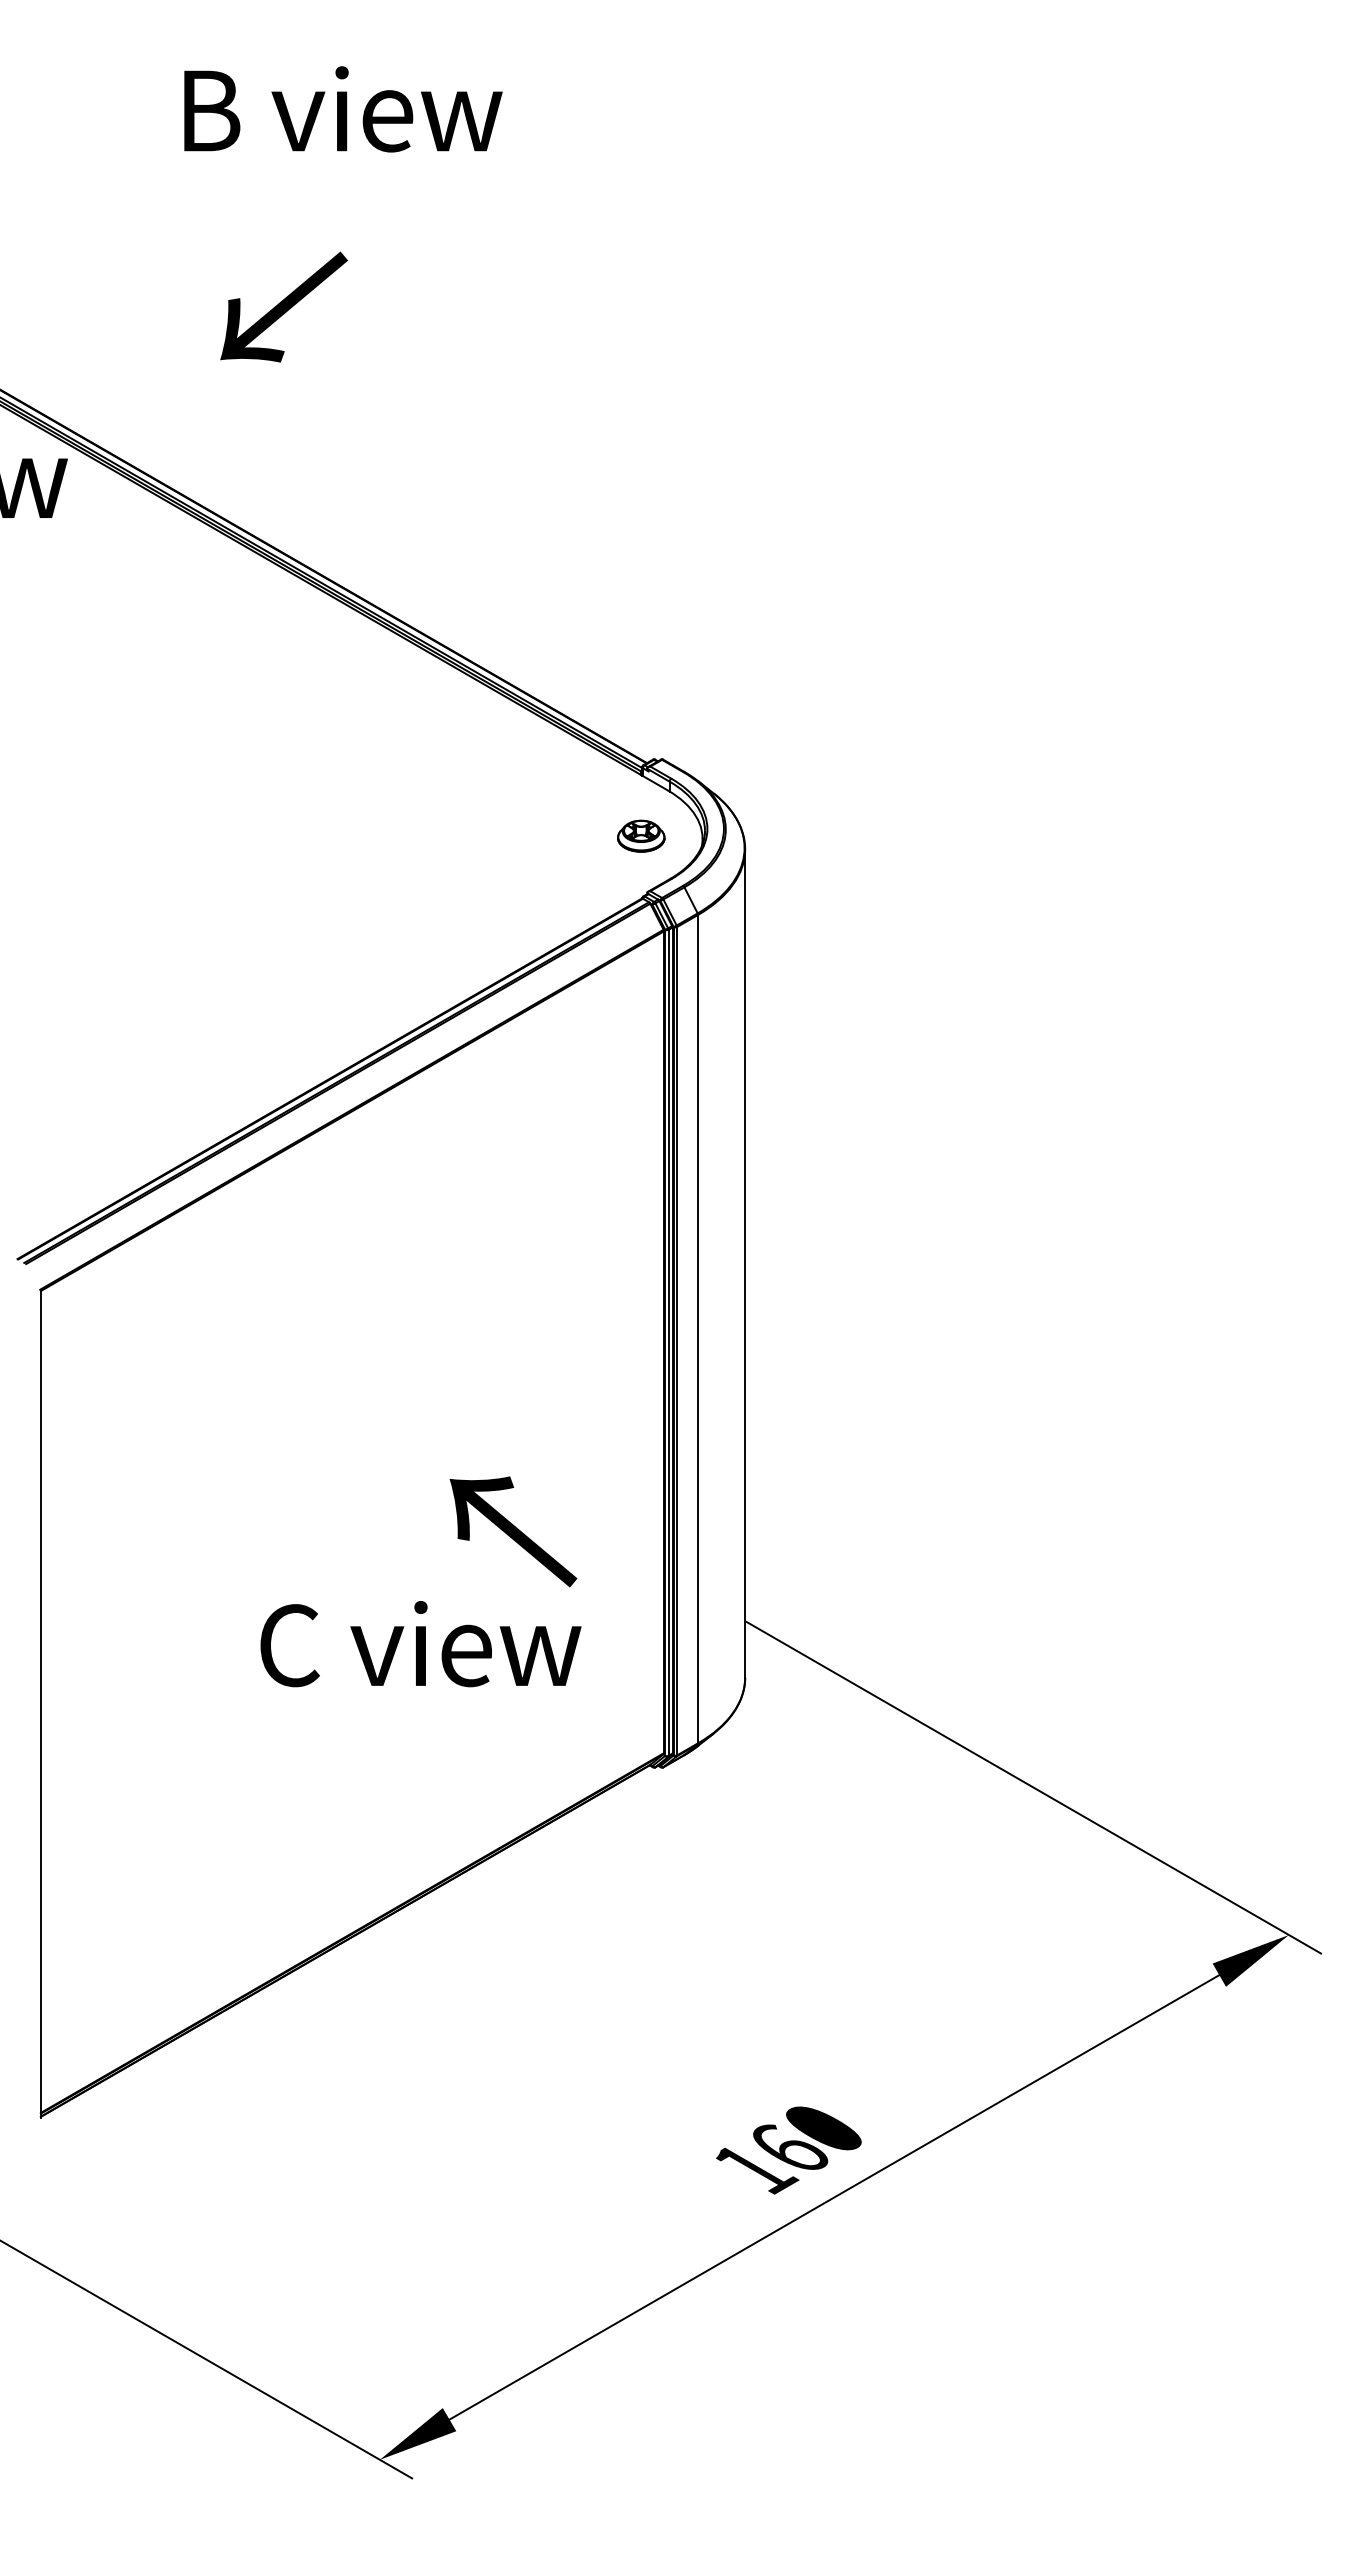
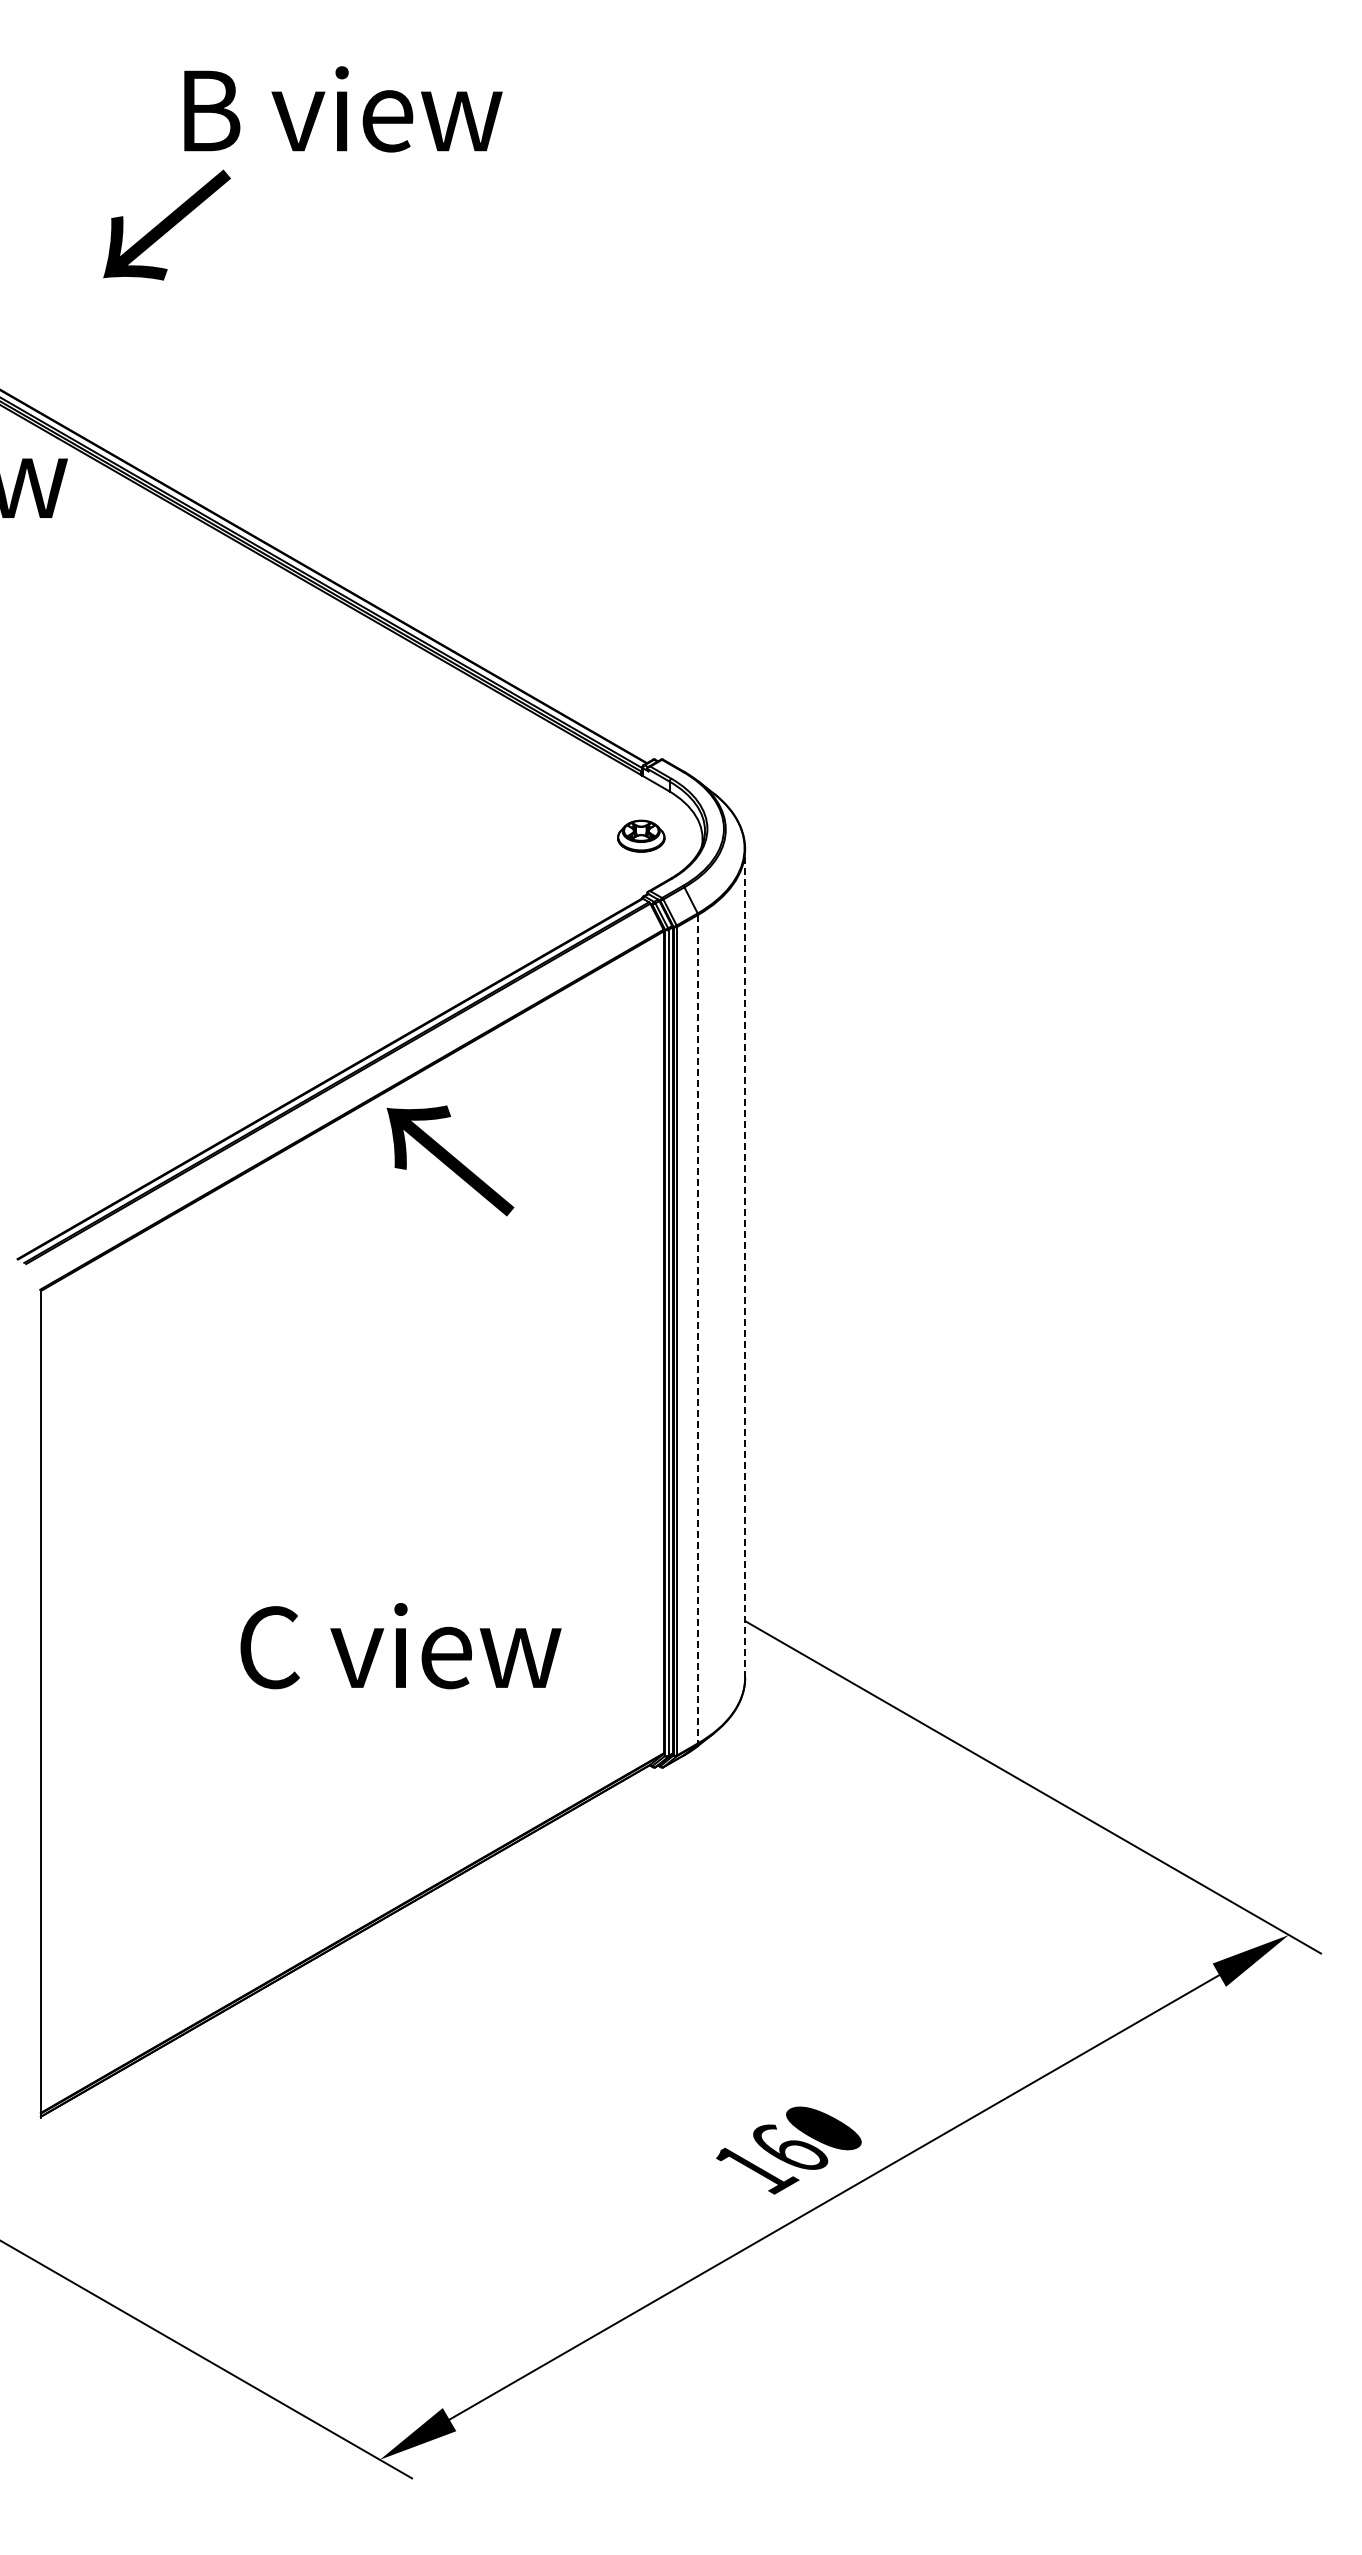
text at (283, 306) position: (283, 306) -> (166, 224)
line at (745, 1263): solid -> dashed
line at (698, 1329): solid -> dashed
text at (513, 1531) position: (513, 1531) -> (450, 1160)
text at (420, 1644) position: (420, 1644) -> (400, 1646)
